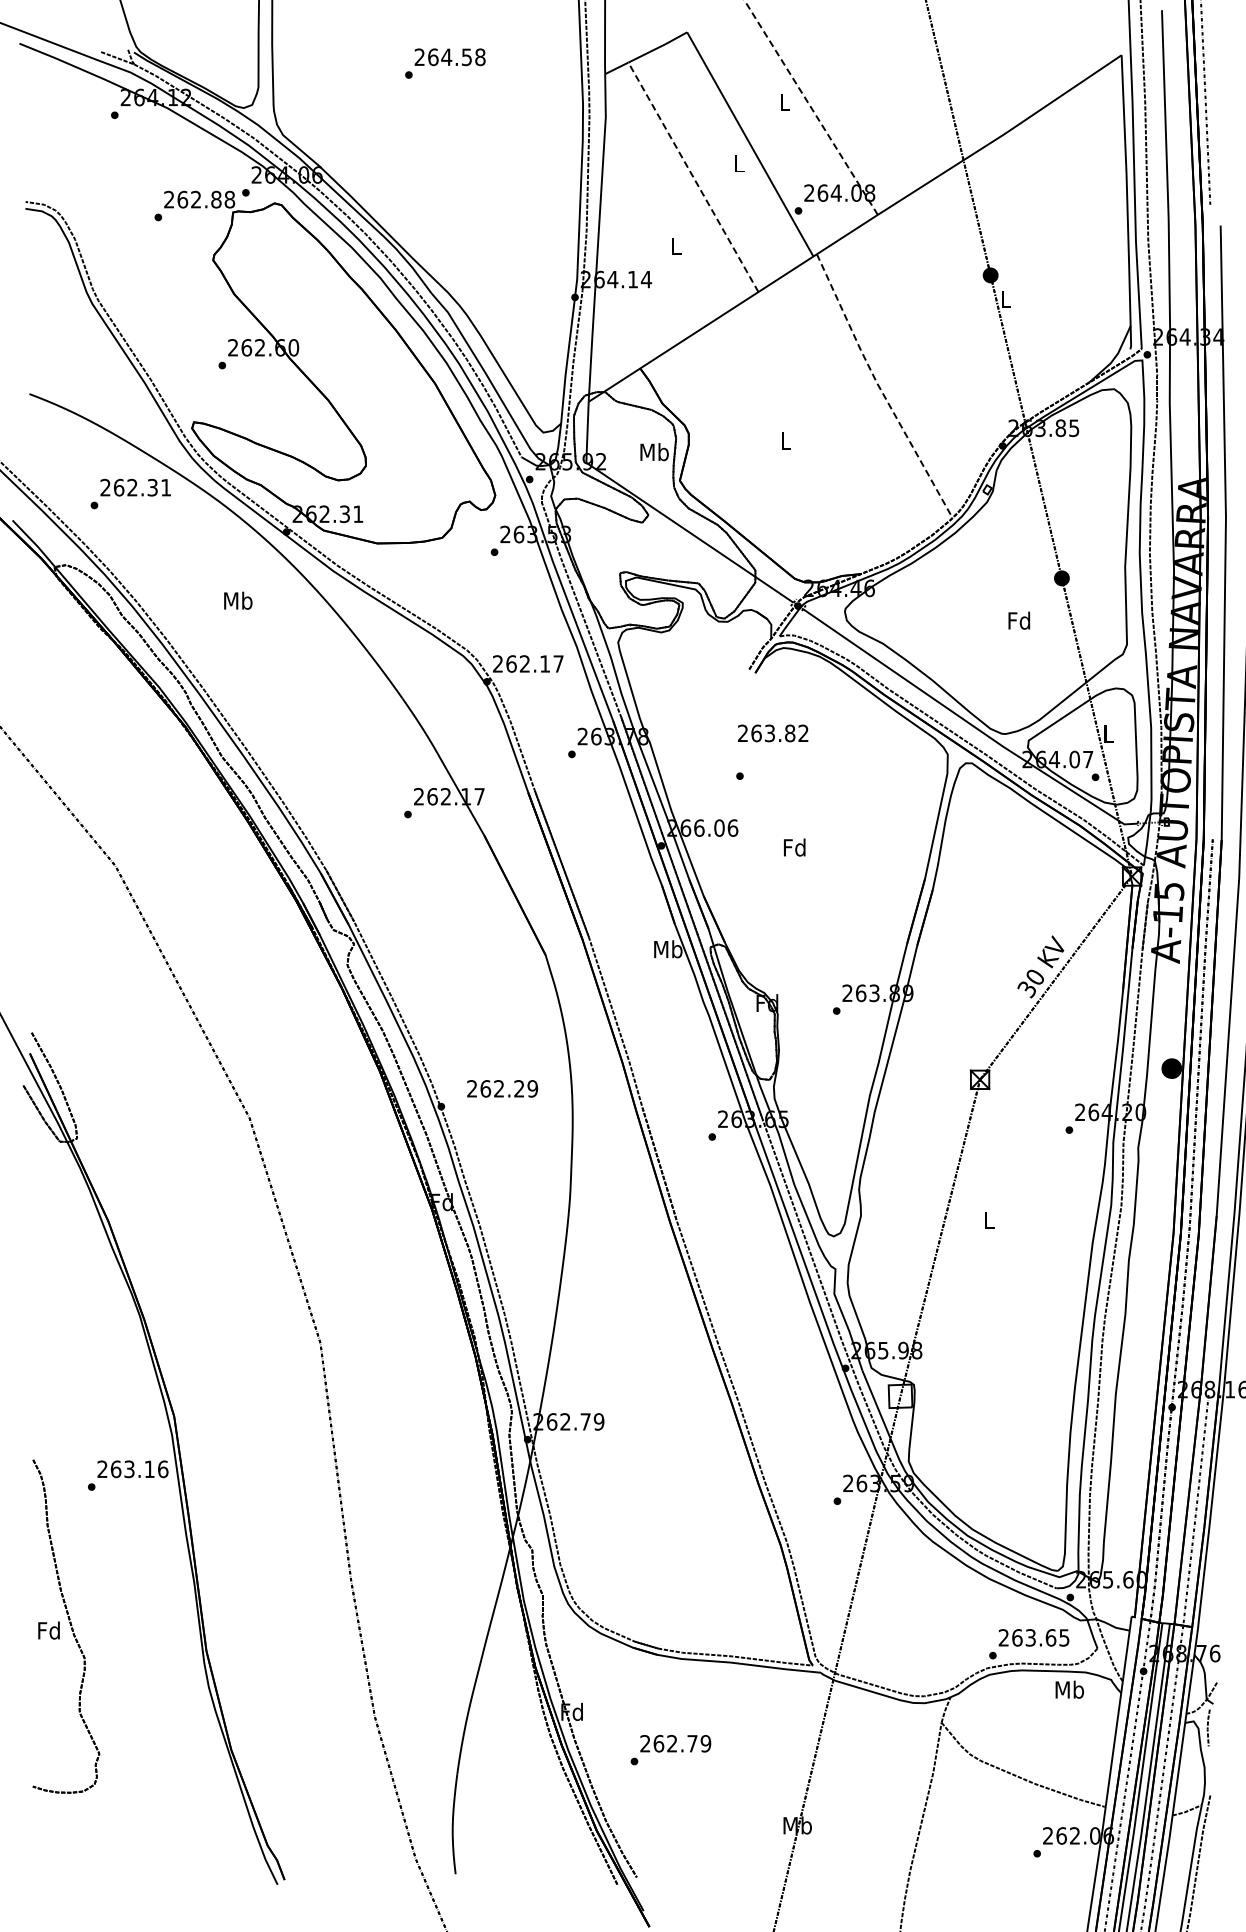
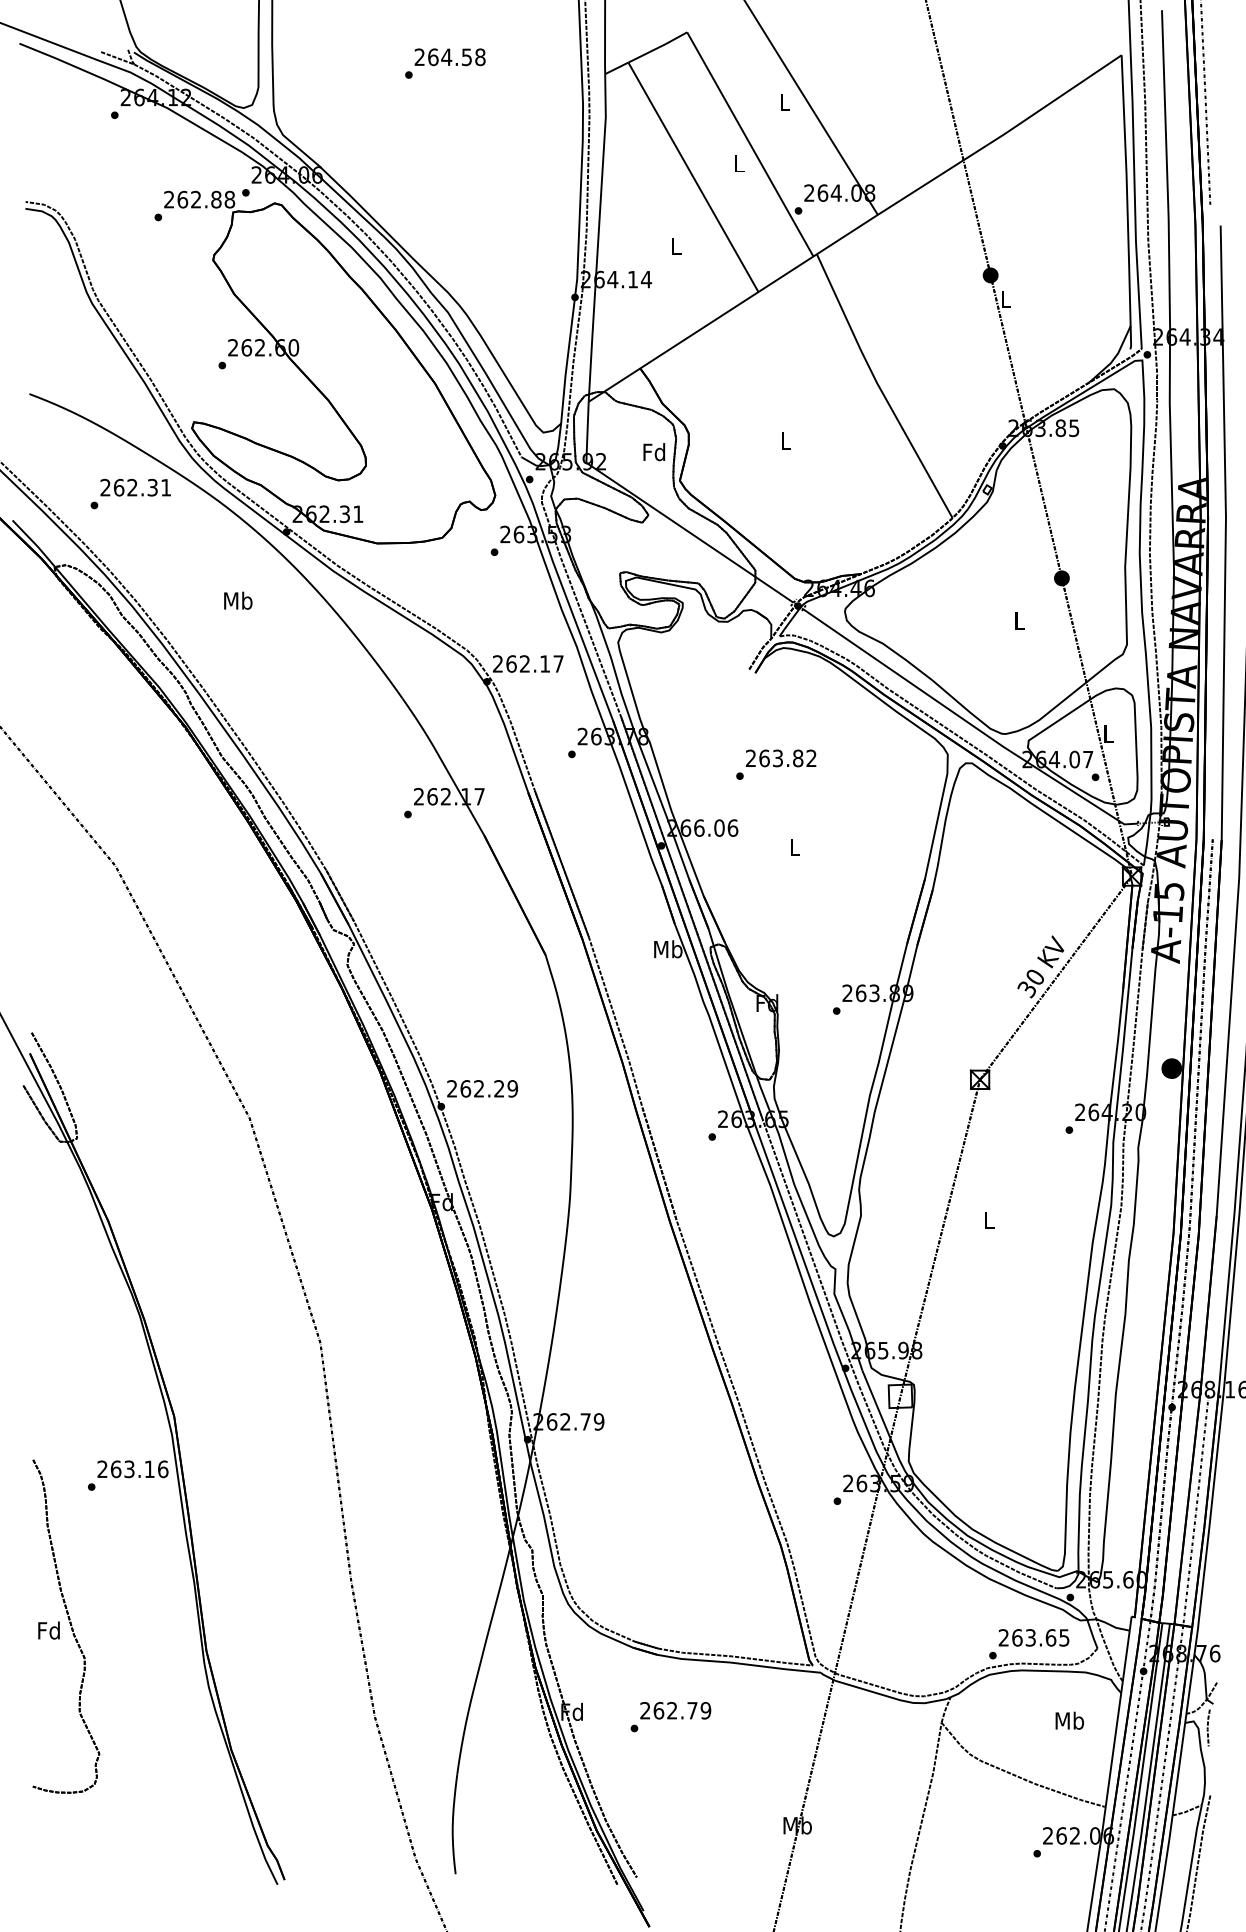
line at (810, 107): dashed -> solid
line at (693, 177): dashed -> solid
line at (879, 387): dashed -> solid
text at (654, 452): Mb -> Fd
text at (1019, 620): Fd -> L
text at (773, 733) position: (773, 733) -> (781, 758)
text at (794, 847): Fd -> L
text at (502, 1088) position: (502, 1088) -> (482, 1088)
text at (1069, 1689) position: (1069, 1689) -> (1069, 1720)
text at (670, 1750) position: (670, 1750) -> (670, 1717)
